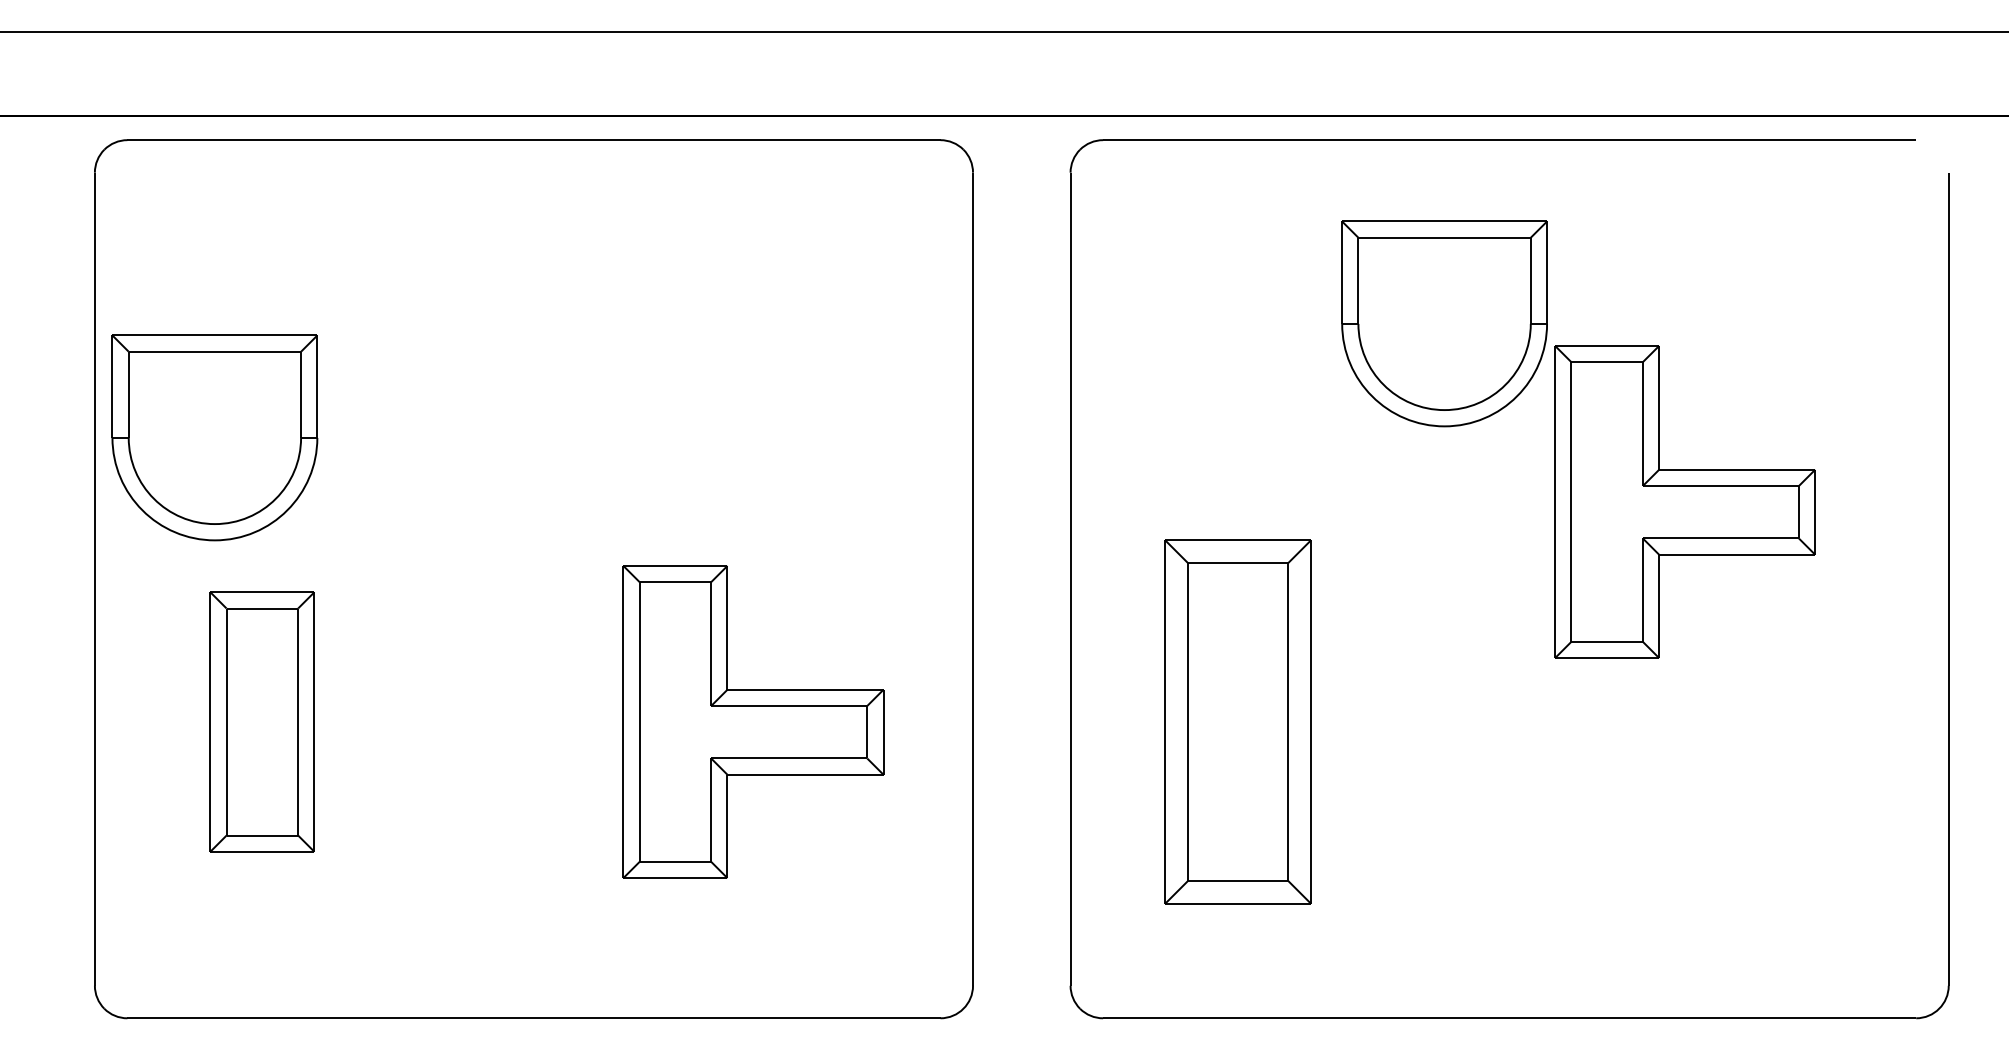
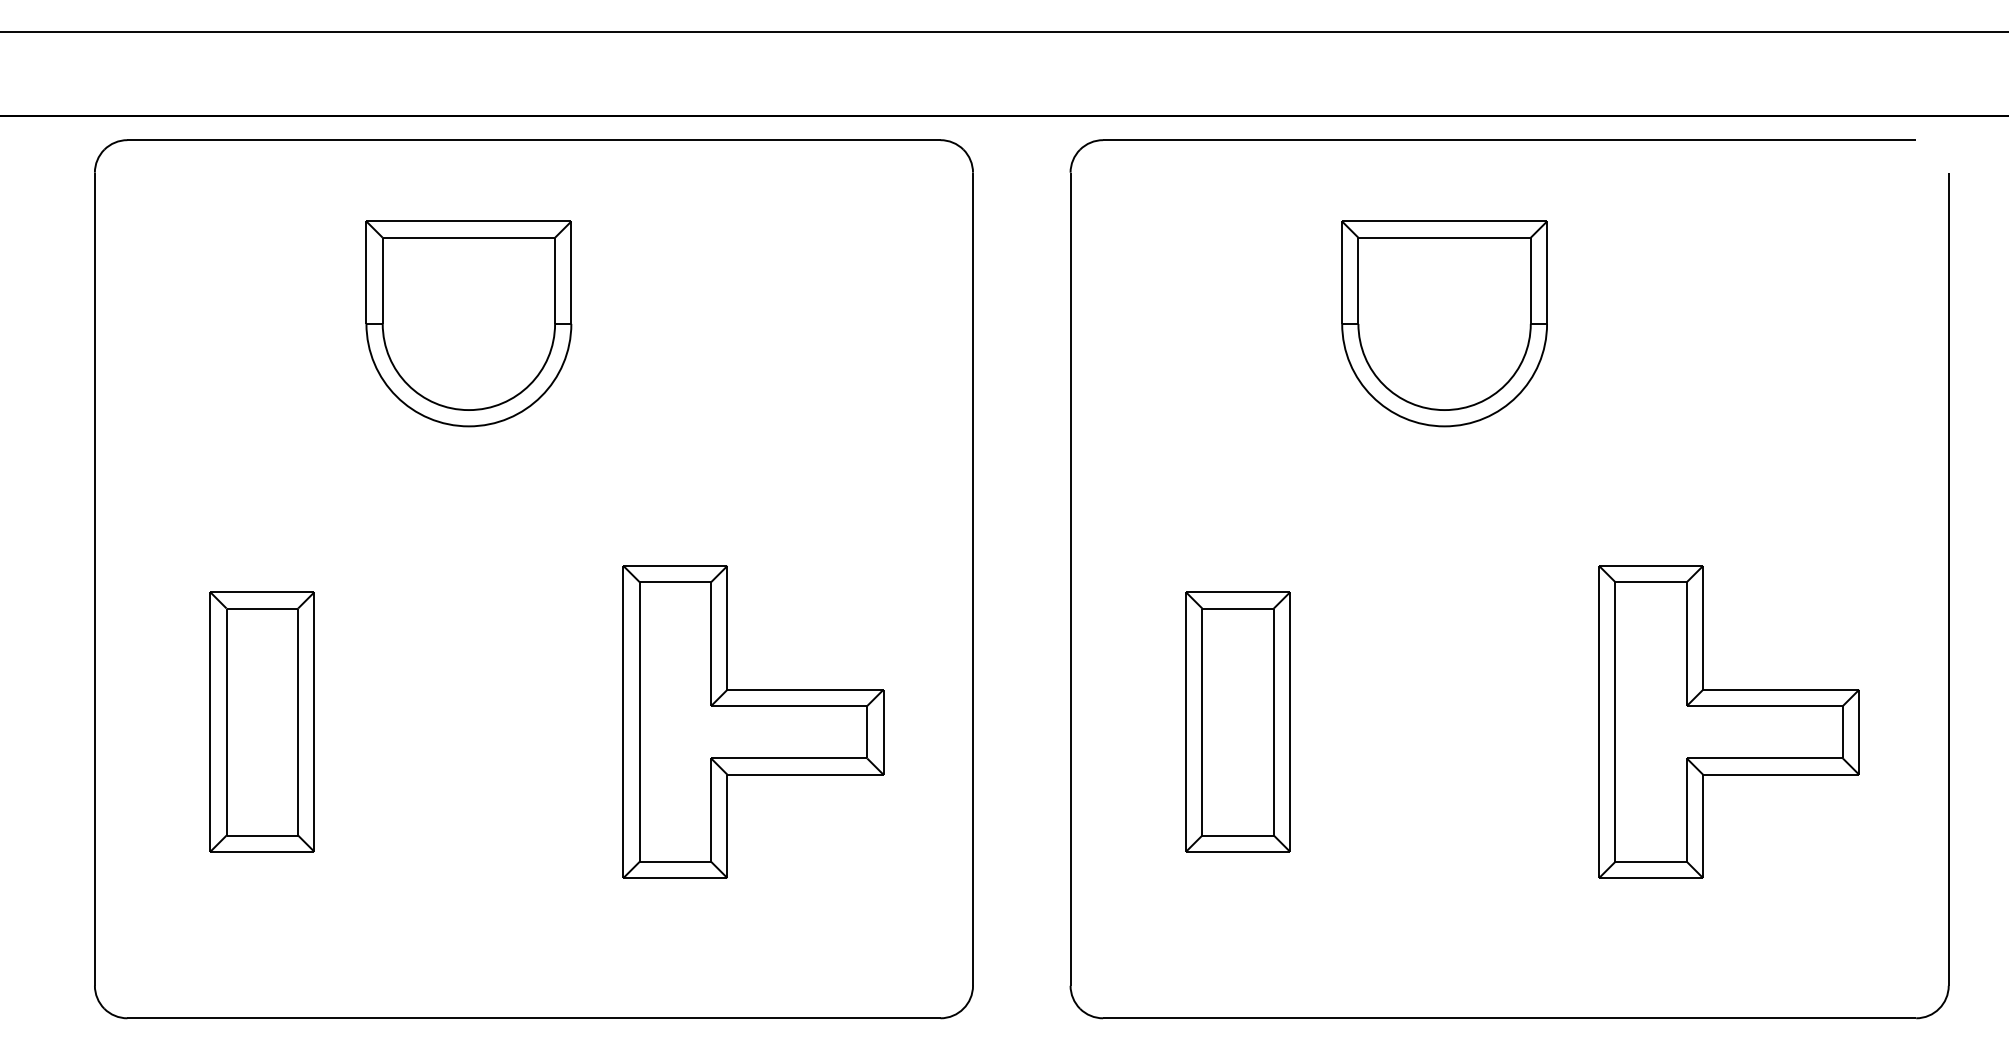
part at (214, 437) position: (214, 437) -> (468, 323)
part at (1684, 501) position: (1684, 501) -> (1728, 721)
part at (1237, 721) size: 148x366 px -> 106x262 px
